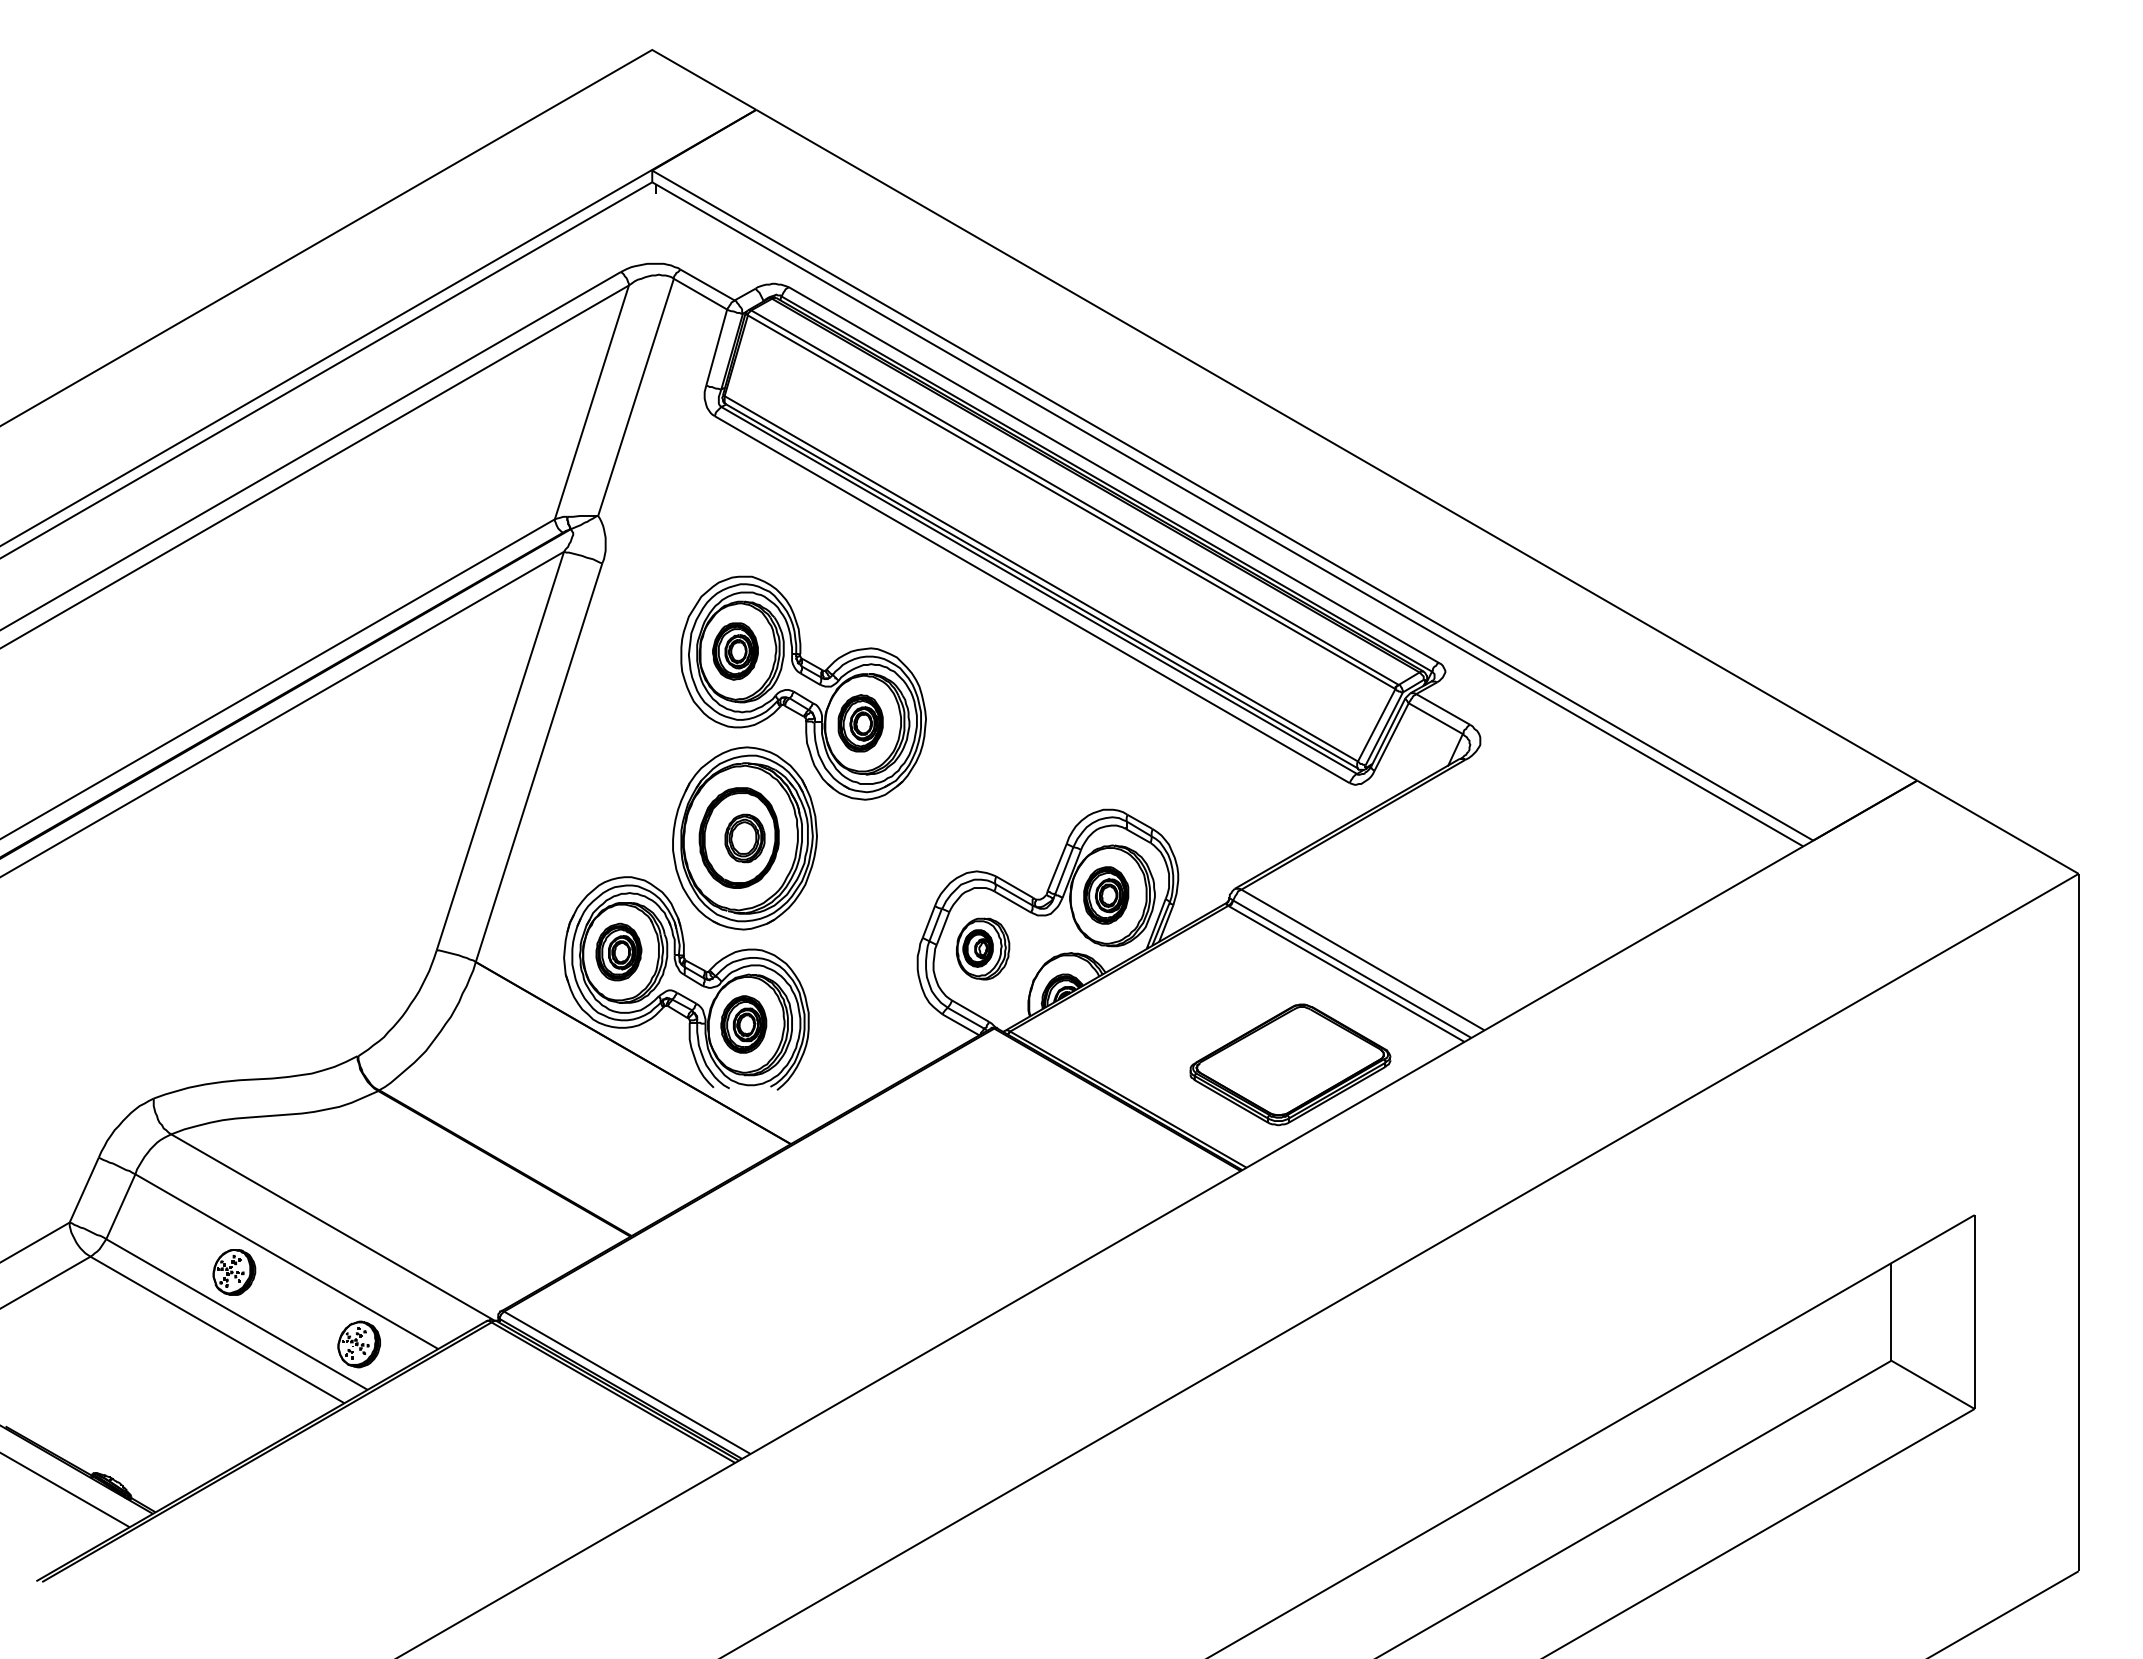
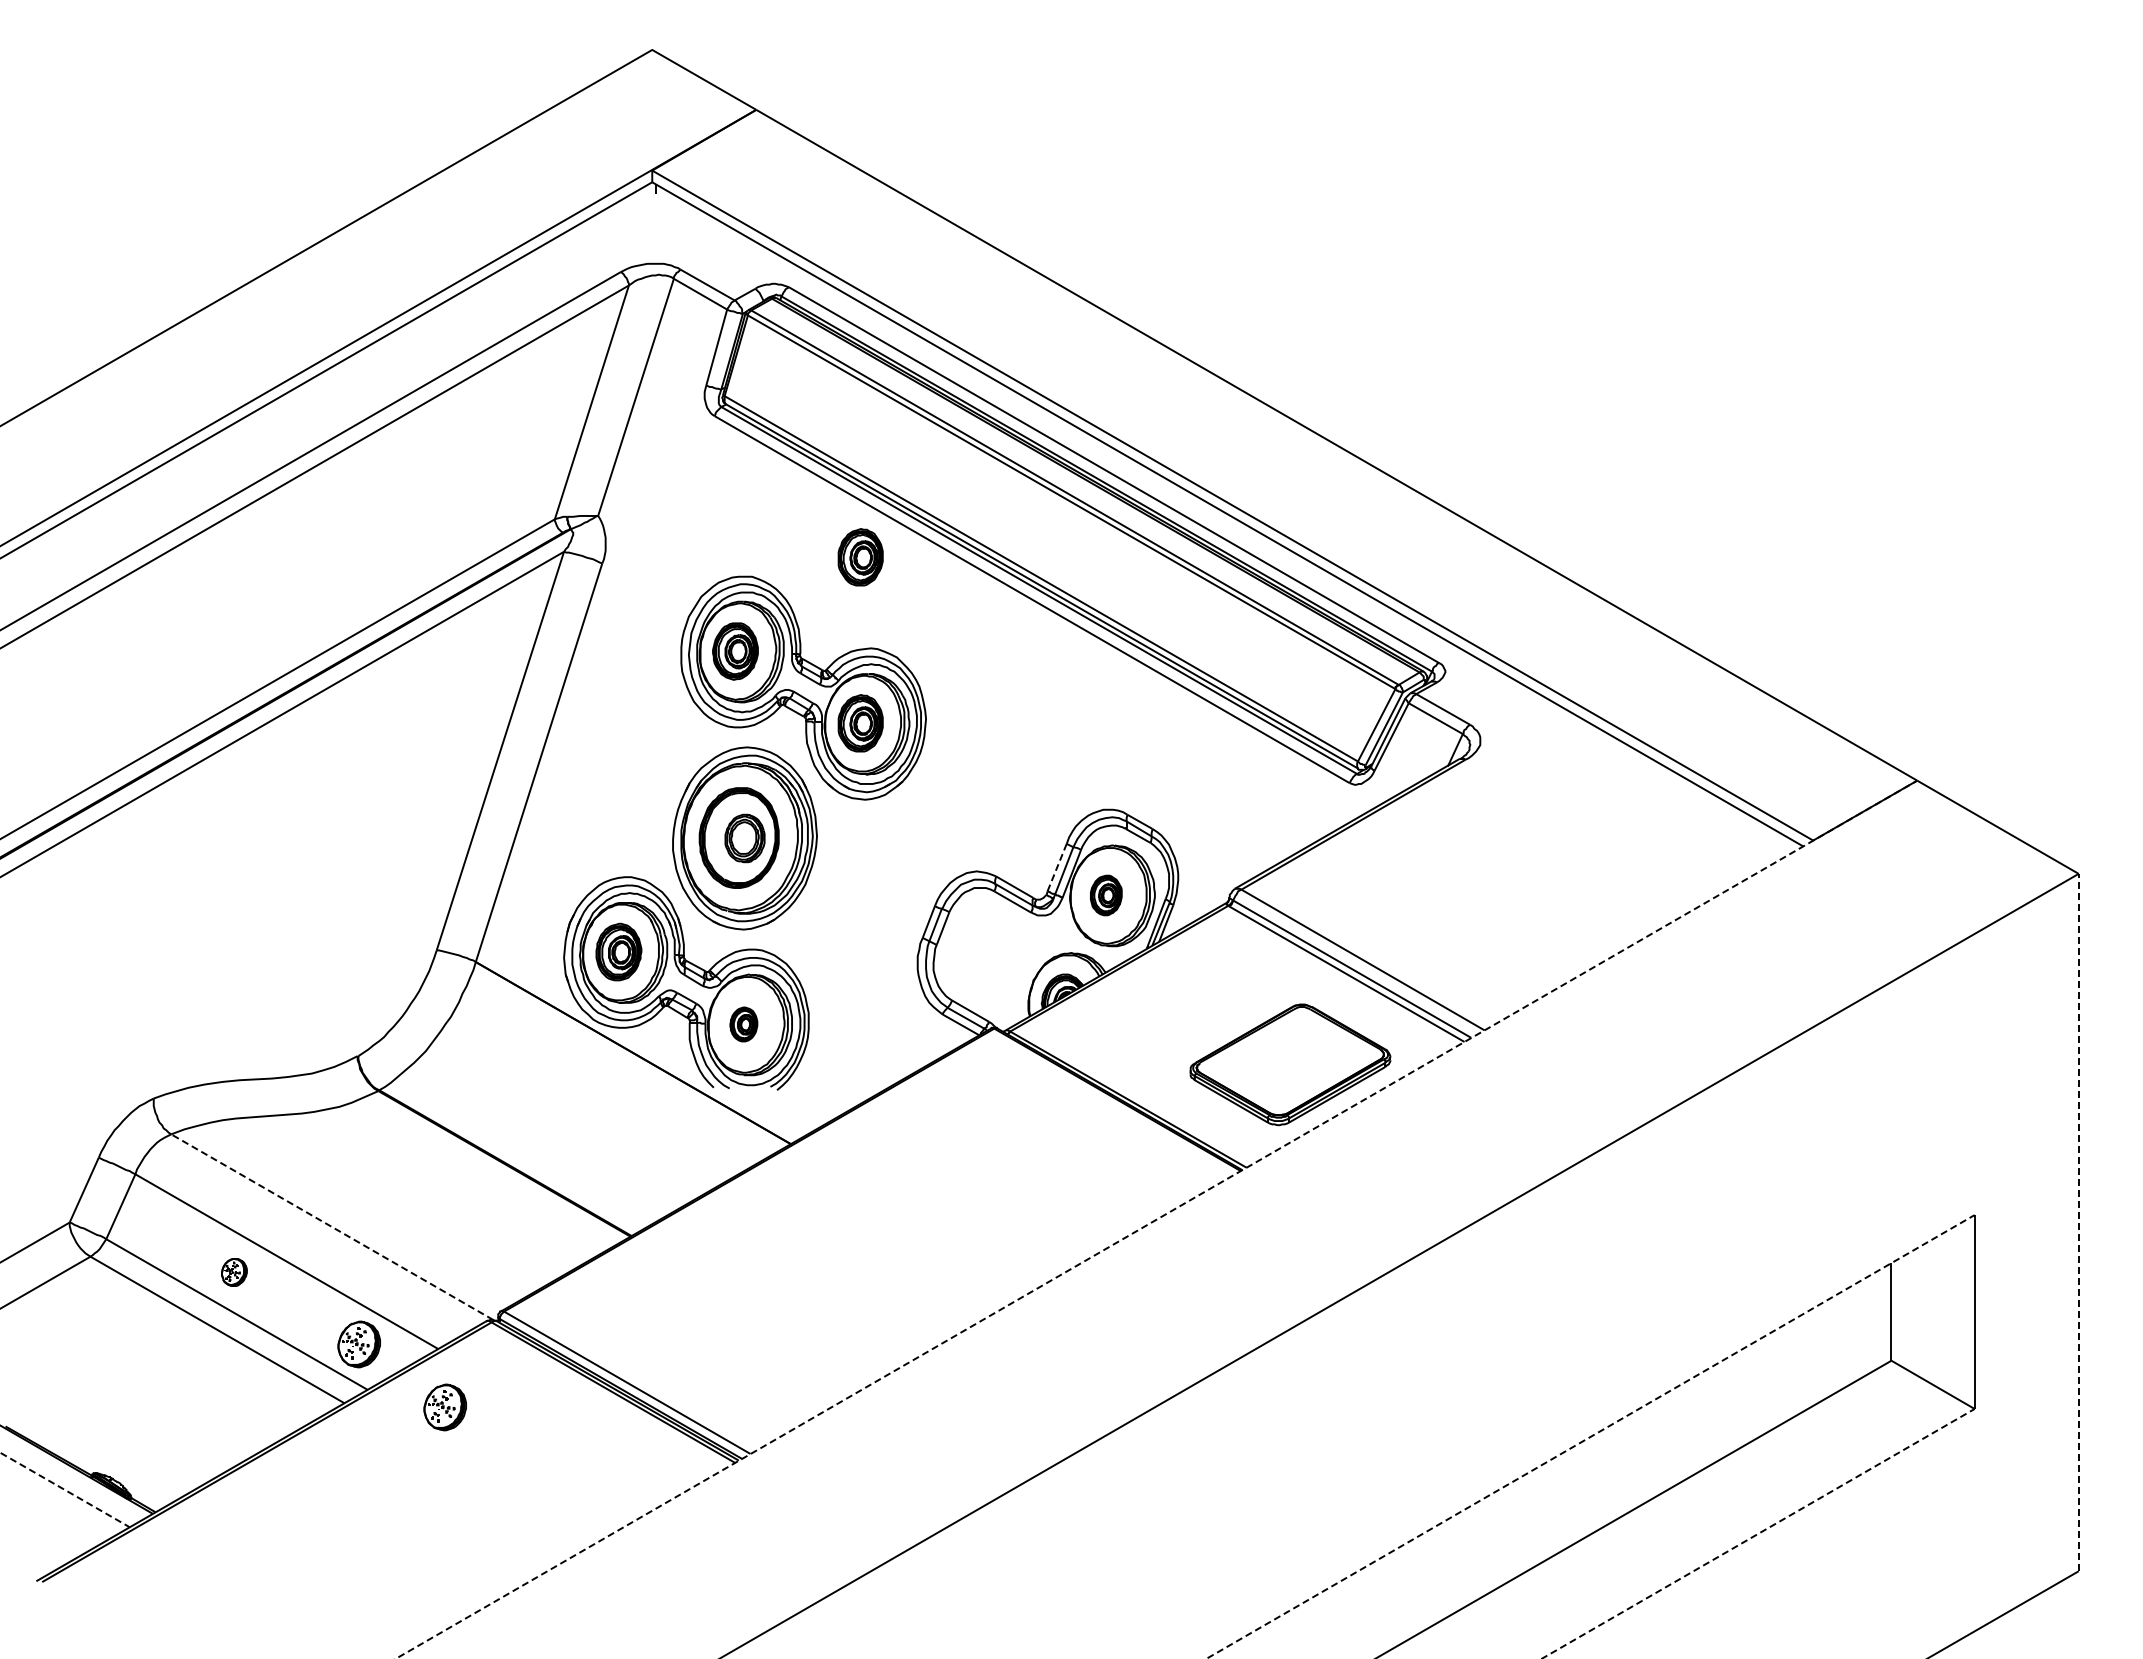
part at (860, 557): none -> present
line at (1057, 867): solid -> dashed
part at (1106, 895) size: 47x59 px -> 33x43 px
part at (983, 948): present -> none
part at (743, 1024) size: 48x59 px -> 30x37 px
line at (1156, 1219): solid -> dashed
line at (2078, 1222): solid -> dashed
line at (332, 1227): solid -> dashed
part at (234, 1272) size: 45x47 px -> 27x29 px
part at (444, 1407): none -> present
line at (1591, 1436): solid -> dashed
line at (65, 1490): solid -> dashed
line at (1758, 1533): solid -> dashed
